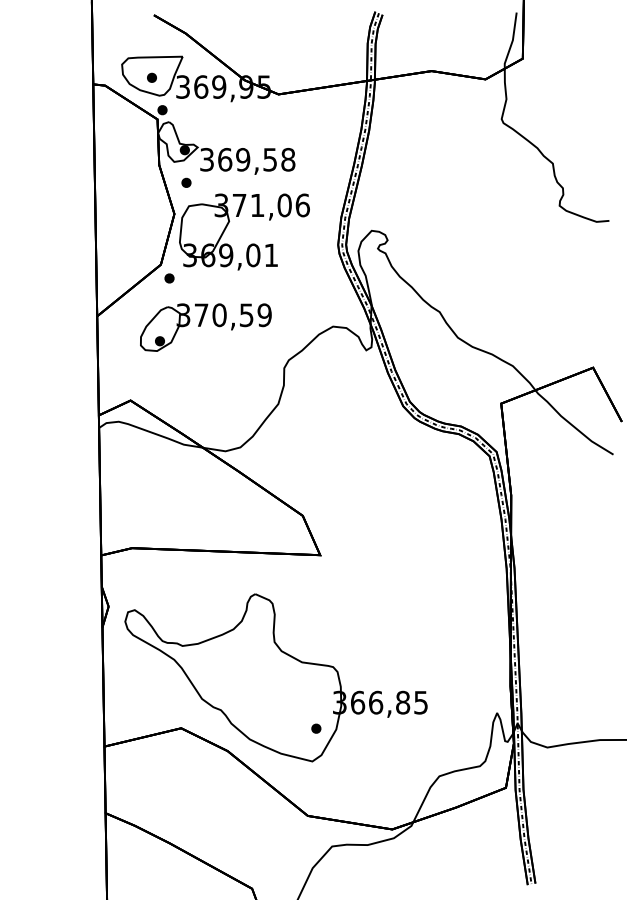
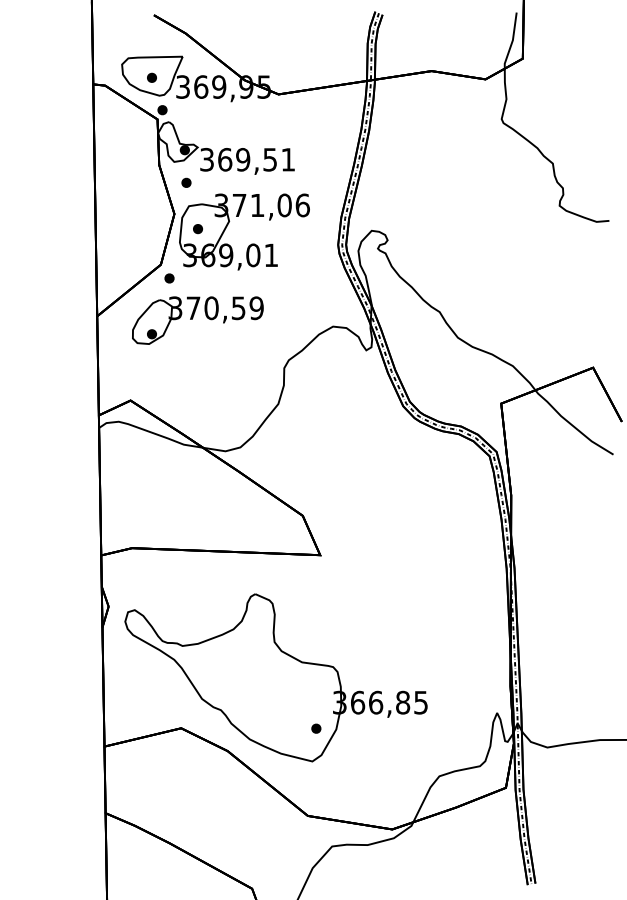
text at (288, 159): 369,58 -> 369,51
part at (197, 229): none -> present
part at (205, 327) position: (205, 327) -> (197, 320)
